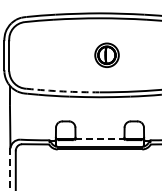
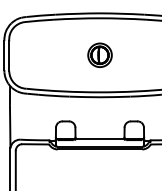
part at (106, 54) position: (106, 54) -> (99, 54)
arc at (63, 91): dashed -> solid
line at (99, 139): dashed -> solid
line at (10, 170): dashed -> solid
